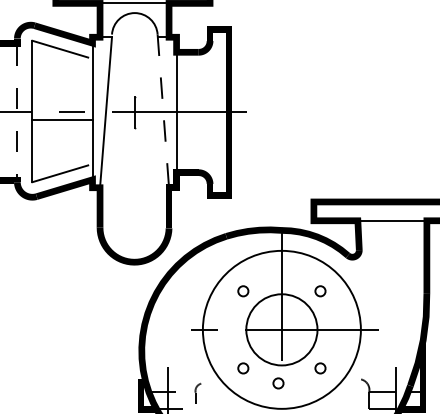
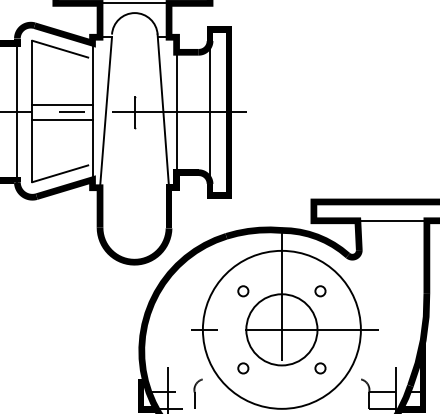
line at (62, 104): none -> present
line at (163, 111): dashed -> solid
line at (210, 111): none -> present
line at (17, 113): dashed -> solid
circle at (278, 383): present -> none
part at (197, 392) size: 8x22 px -> 10x31 px
